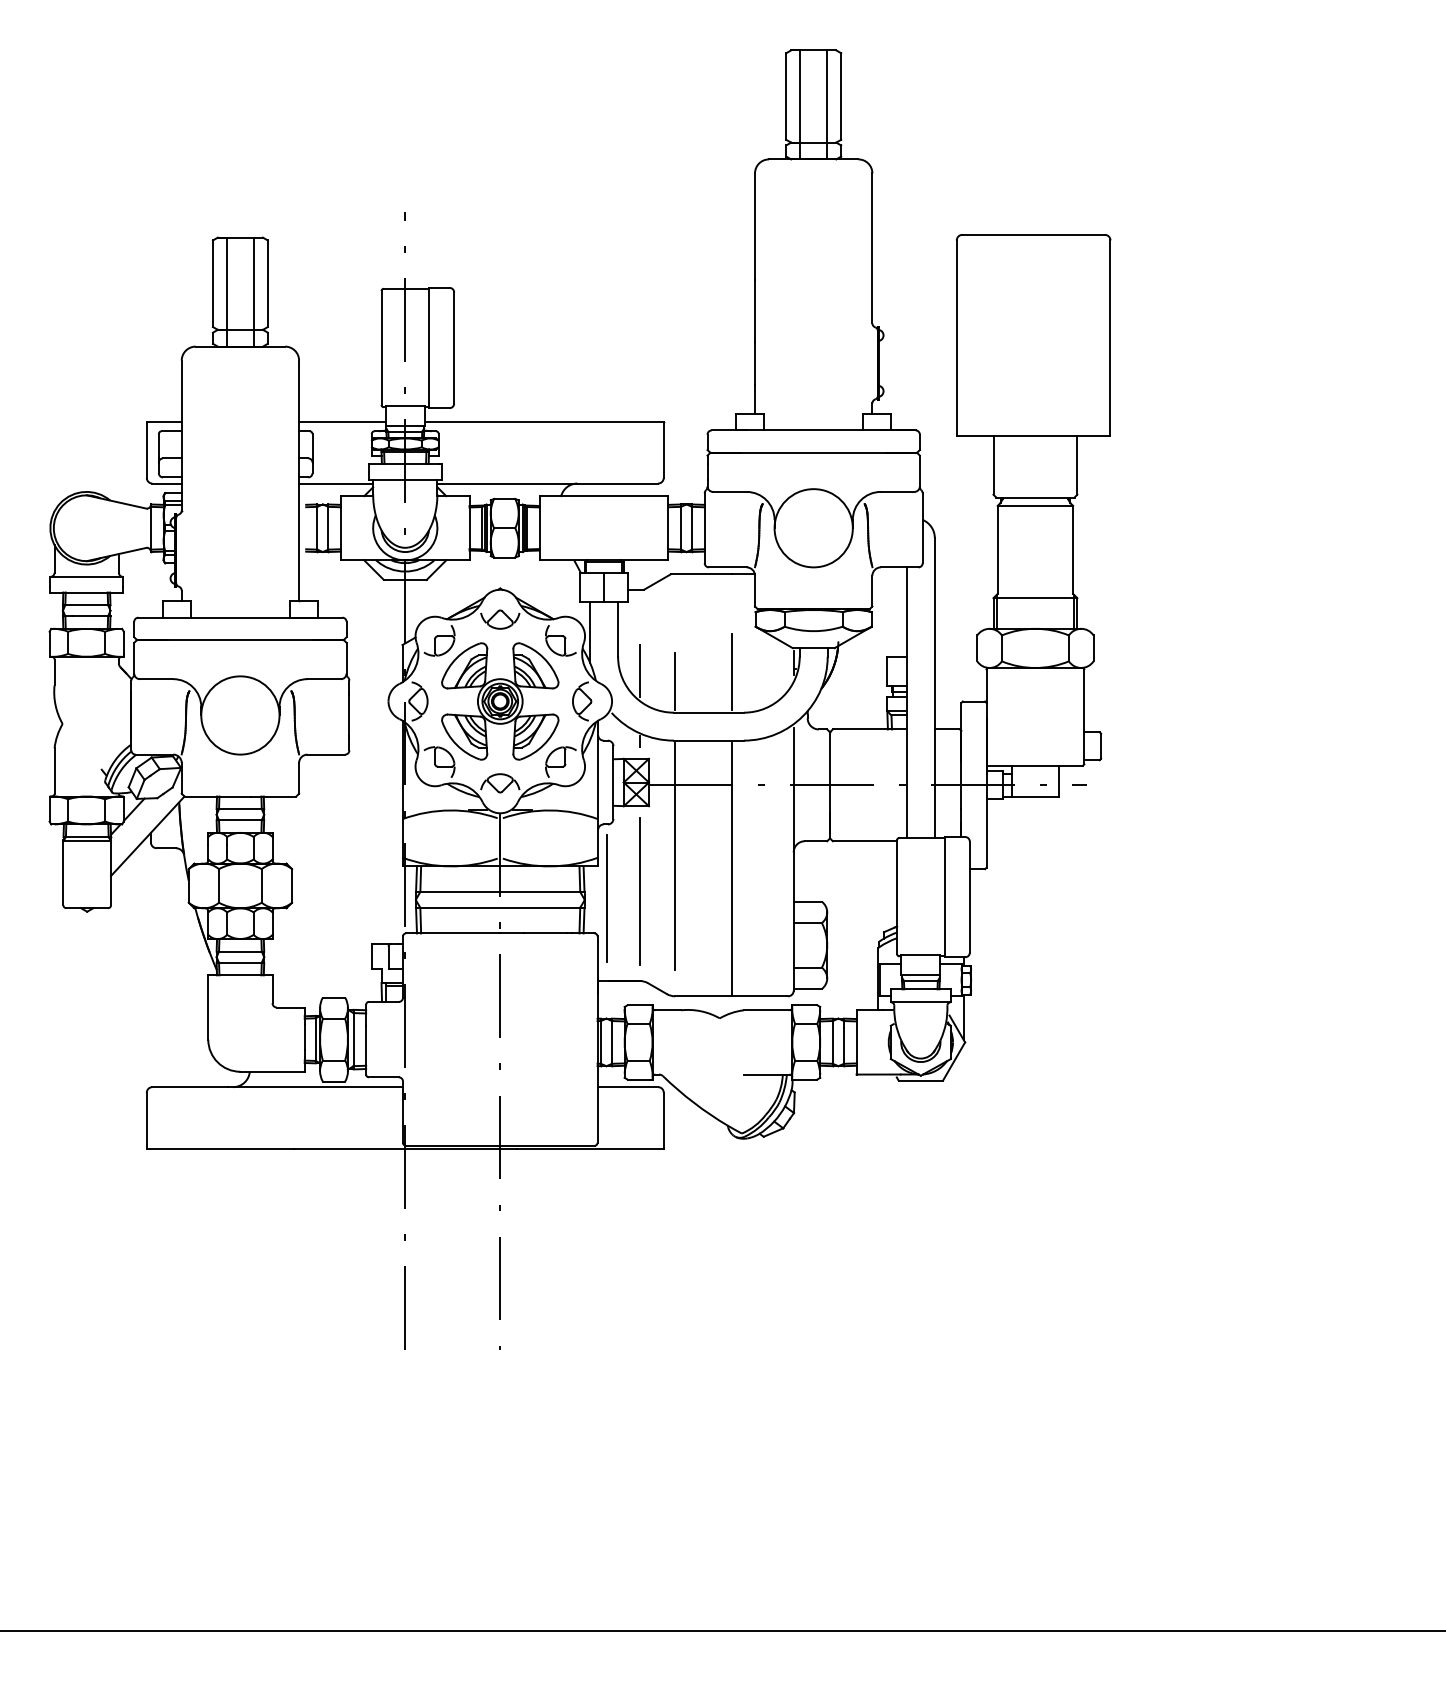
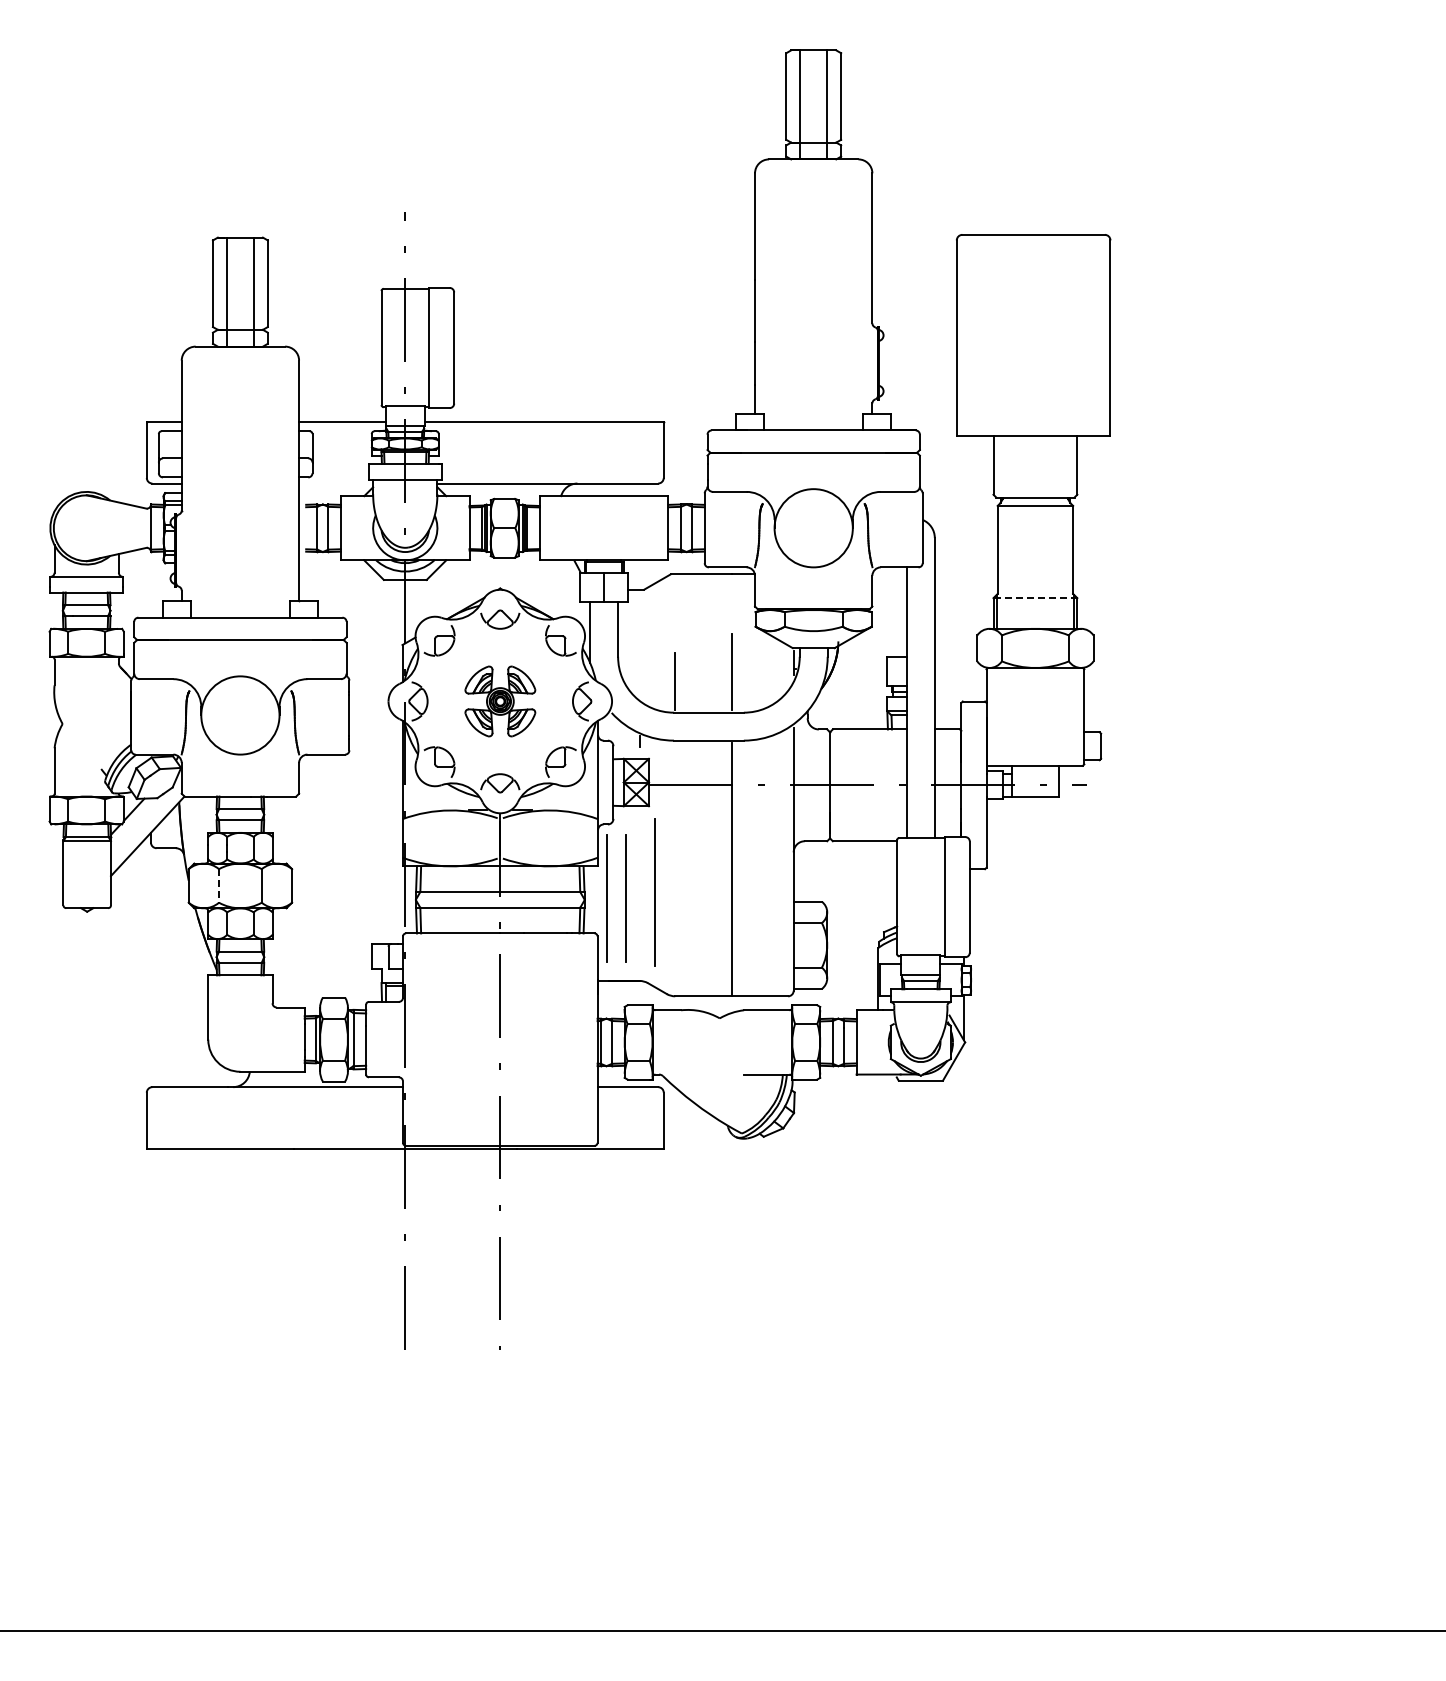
line at (336, 483): present -> none
line at (1035, 598): solid -> dashed
line at (639, 670): present -> none
part at (500, 701) size: 119x119 px -> 73x73 px
line at (675, 856): present -> none
line at (219, 885): solid -> dashed
line at (639, 891) position: (639, 891) -> (654, 892)
line at (625, 898): none -> present
